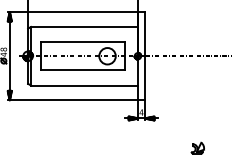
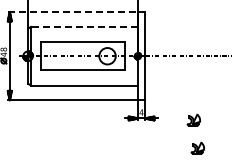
line at (72, 12): solid -> dashed
line at (83, 26): solid -> dashed
part at (193, 119): none -> present
